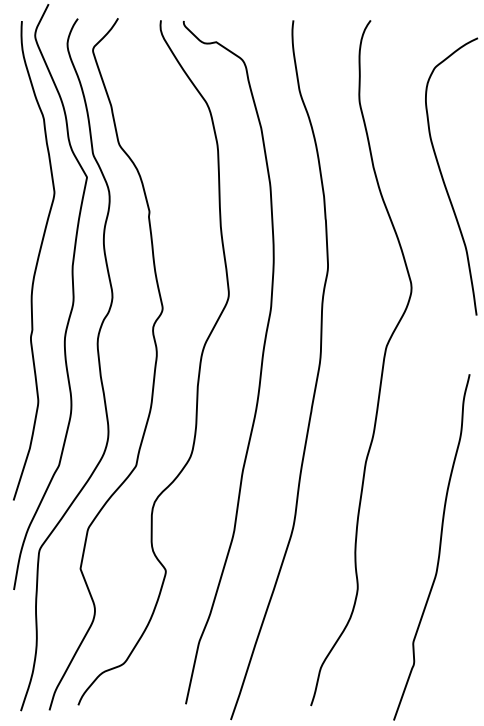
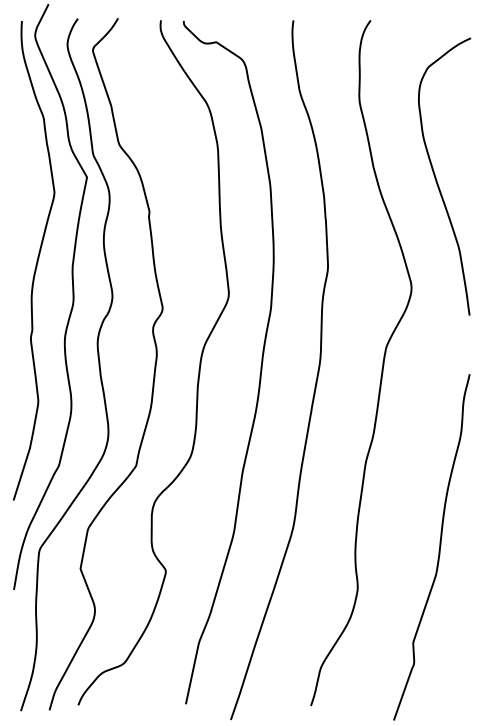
curve at (443, 177) position: (443, 177) -> (436, 177)
